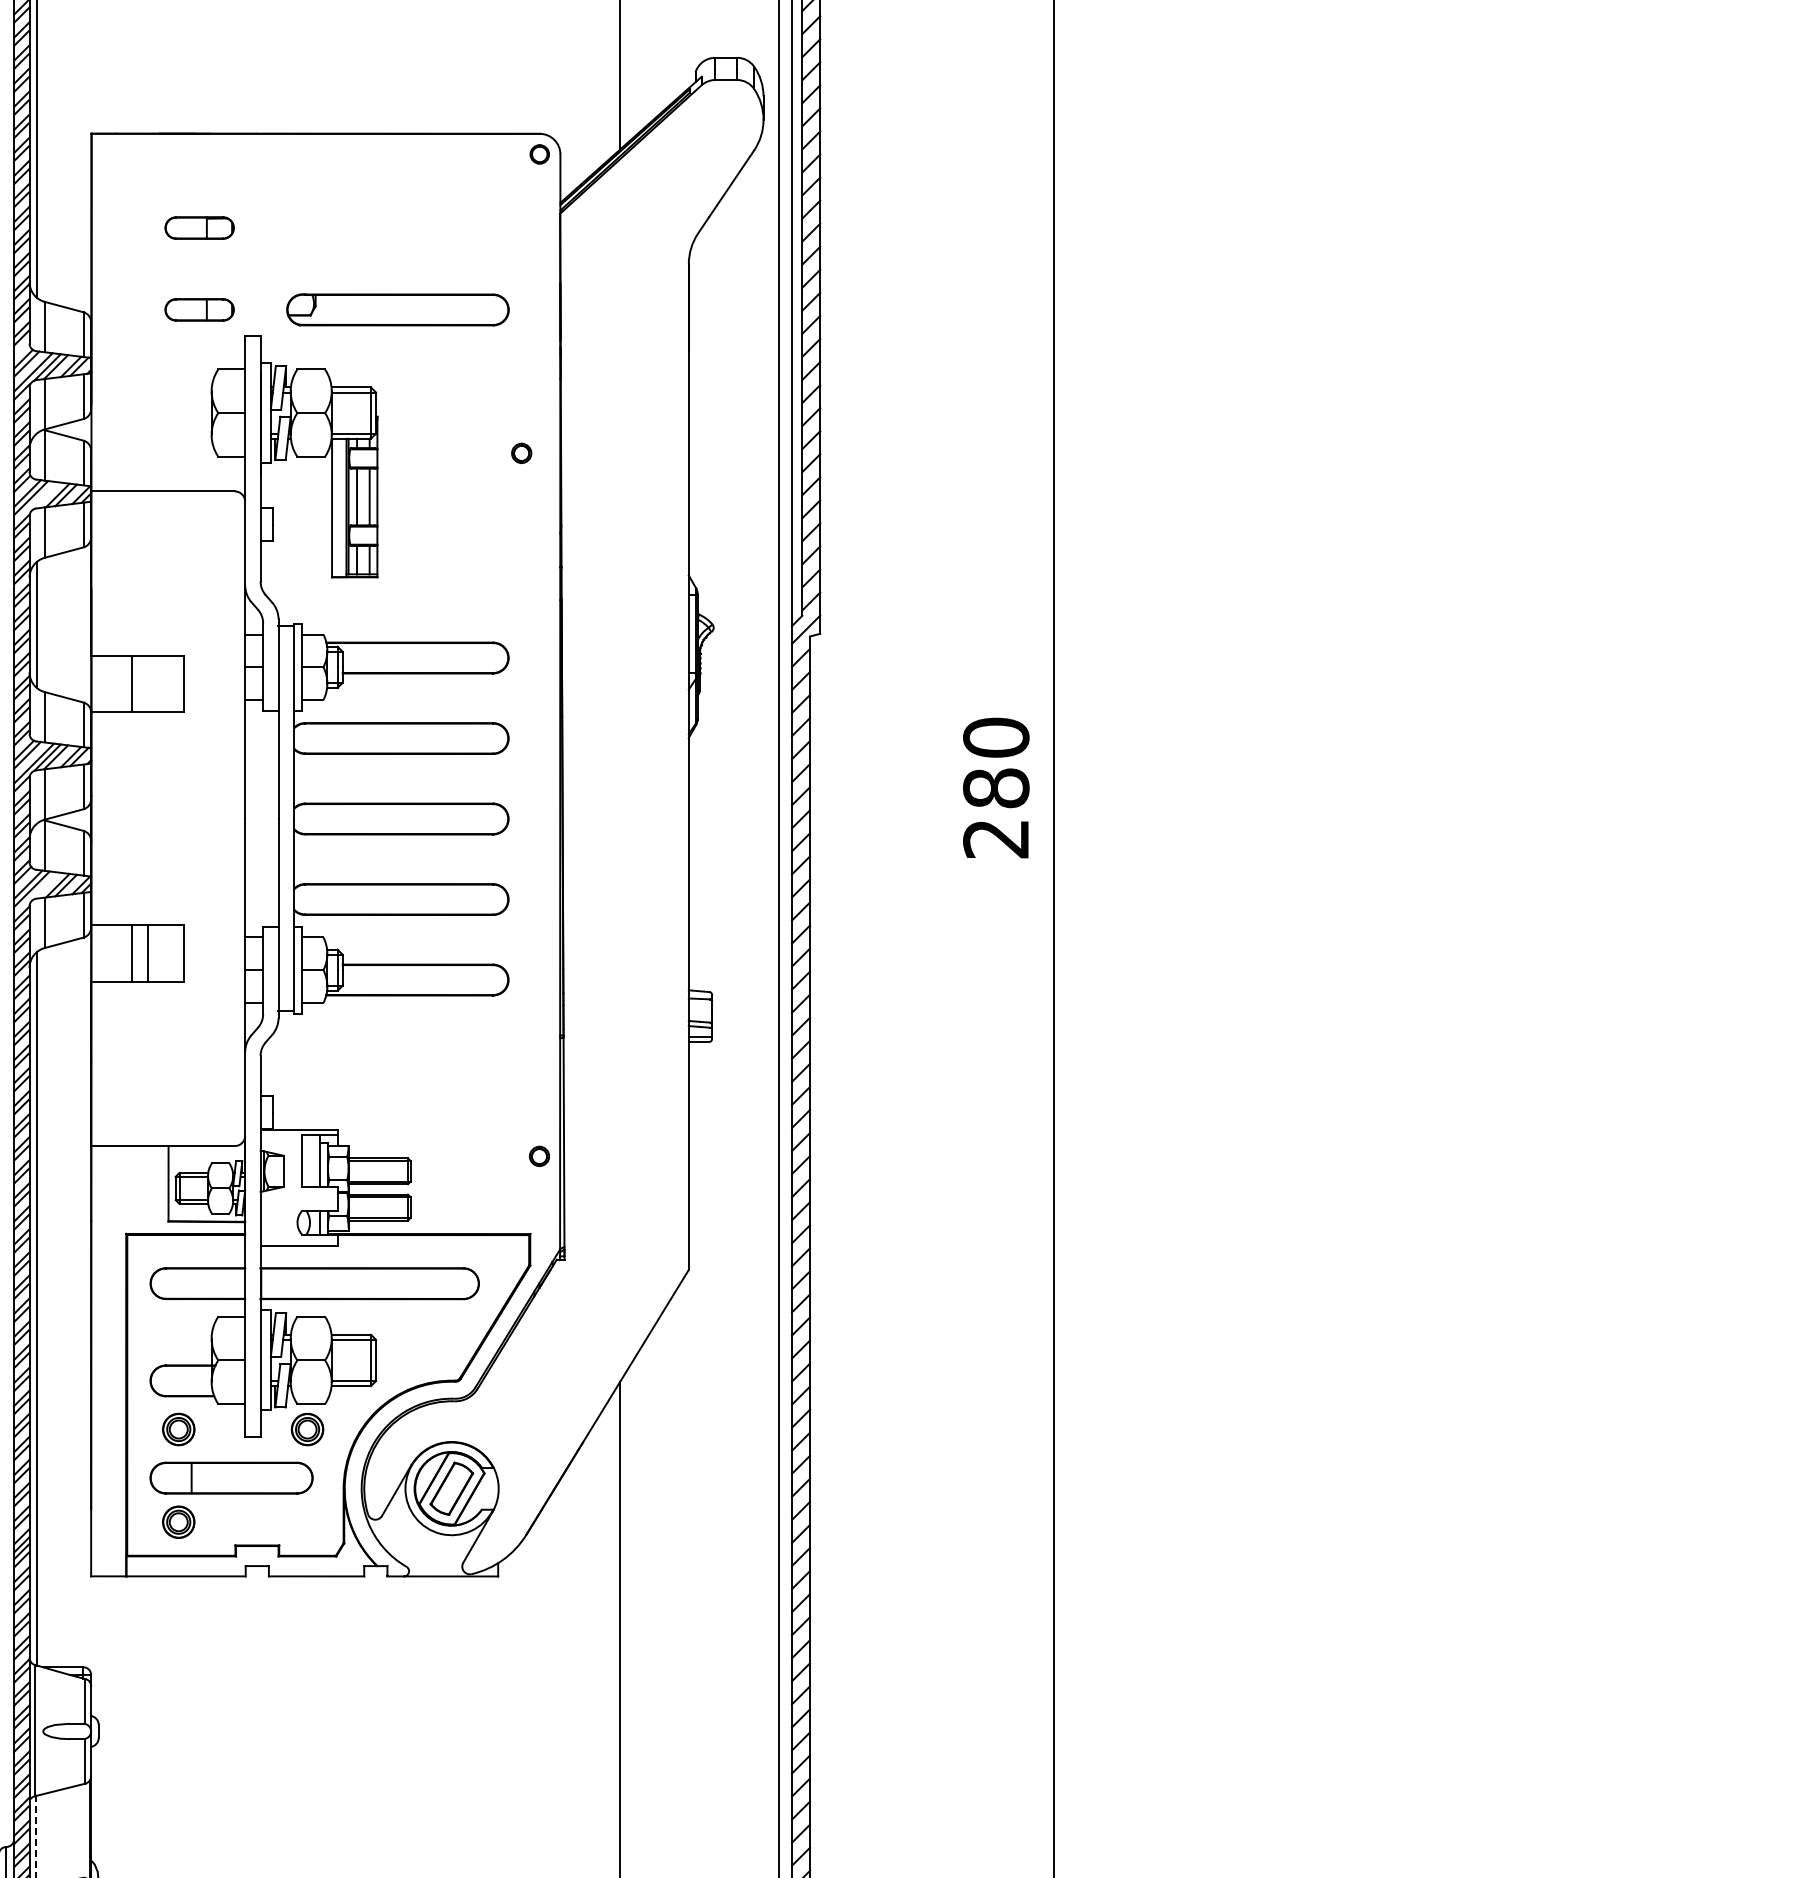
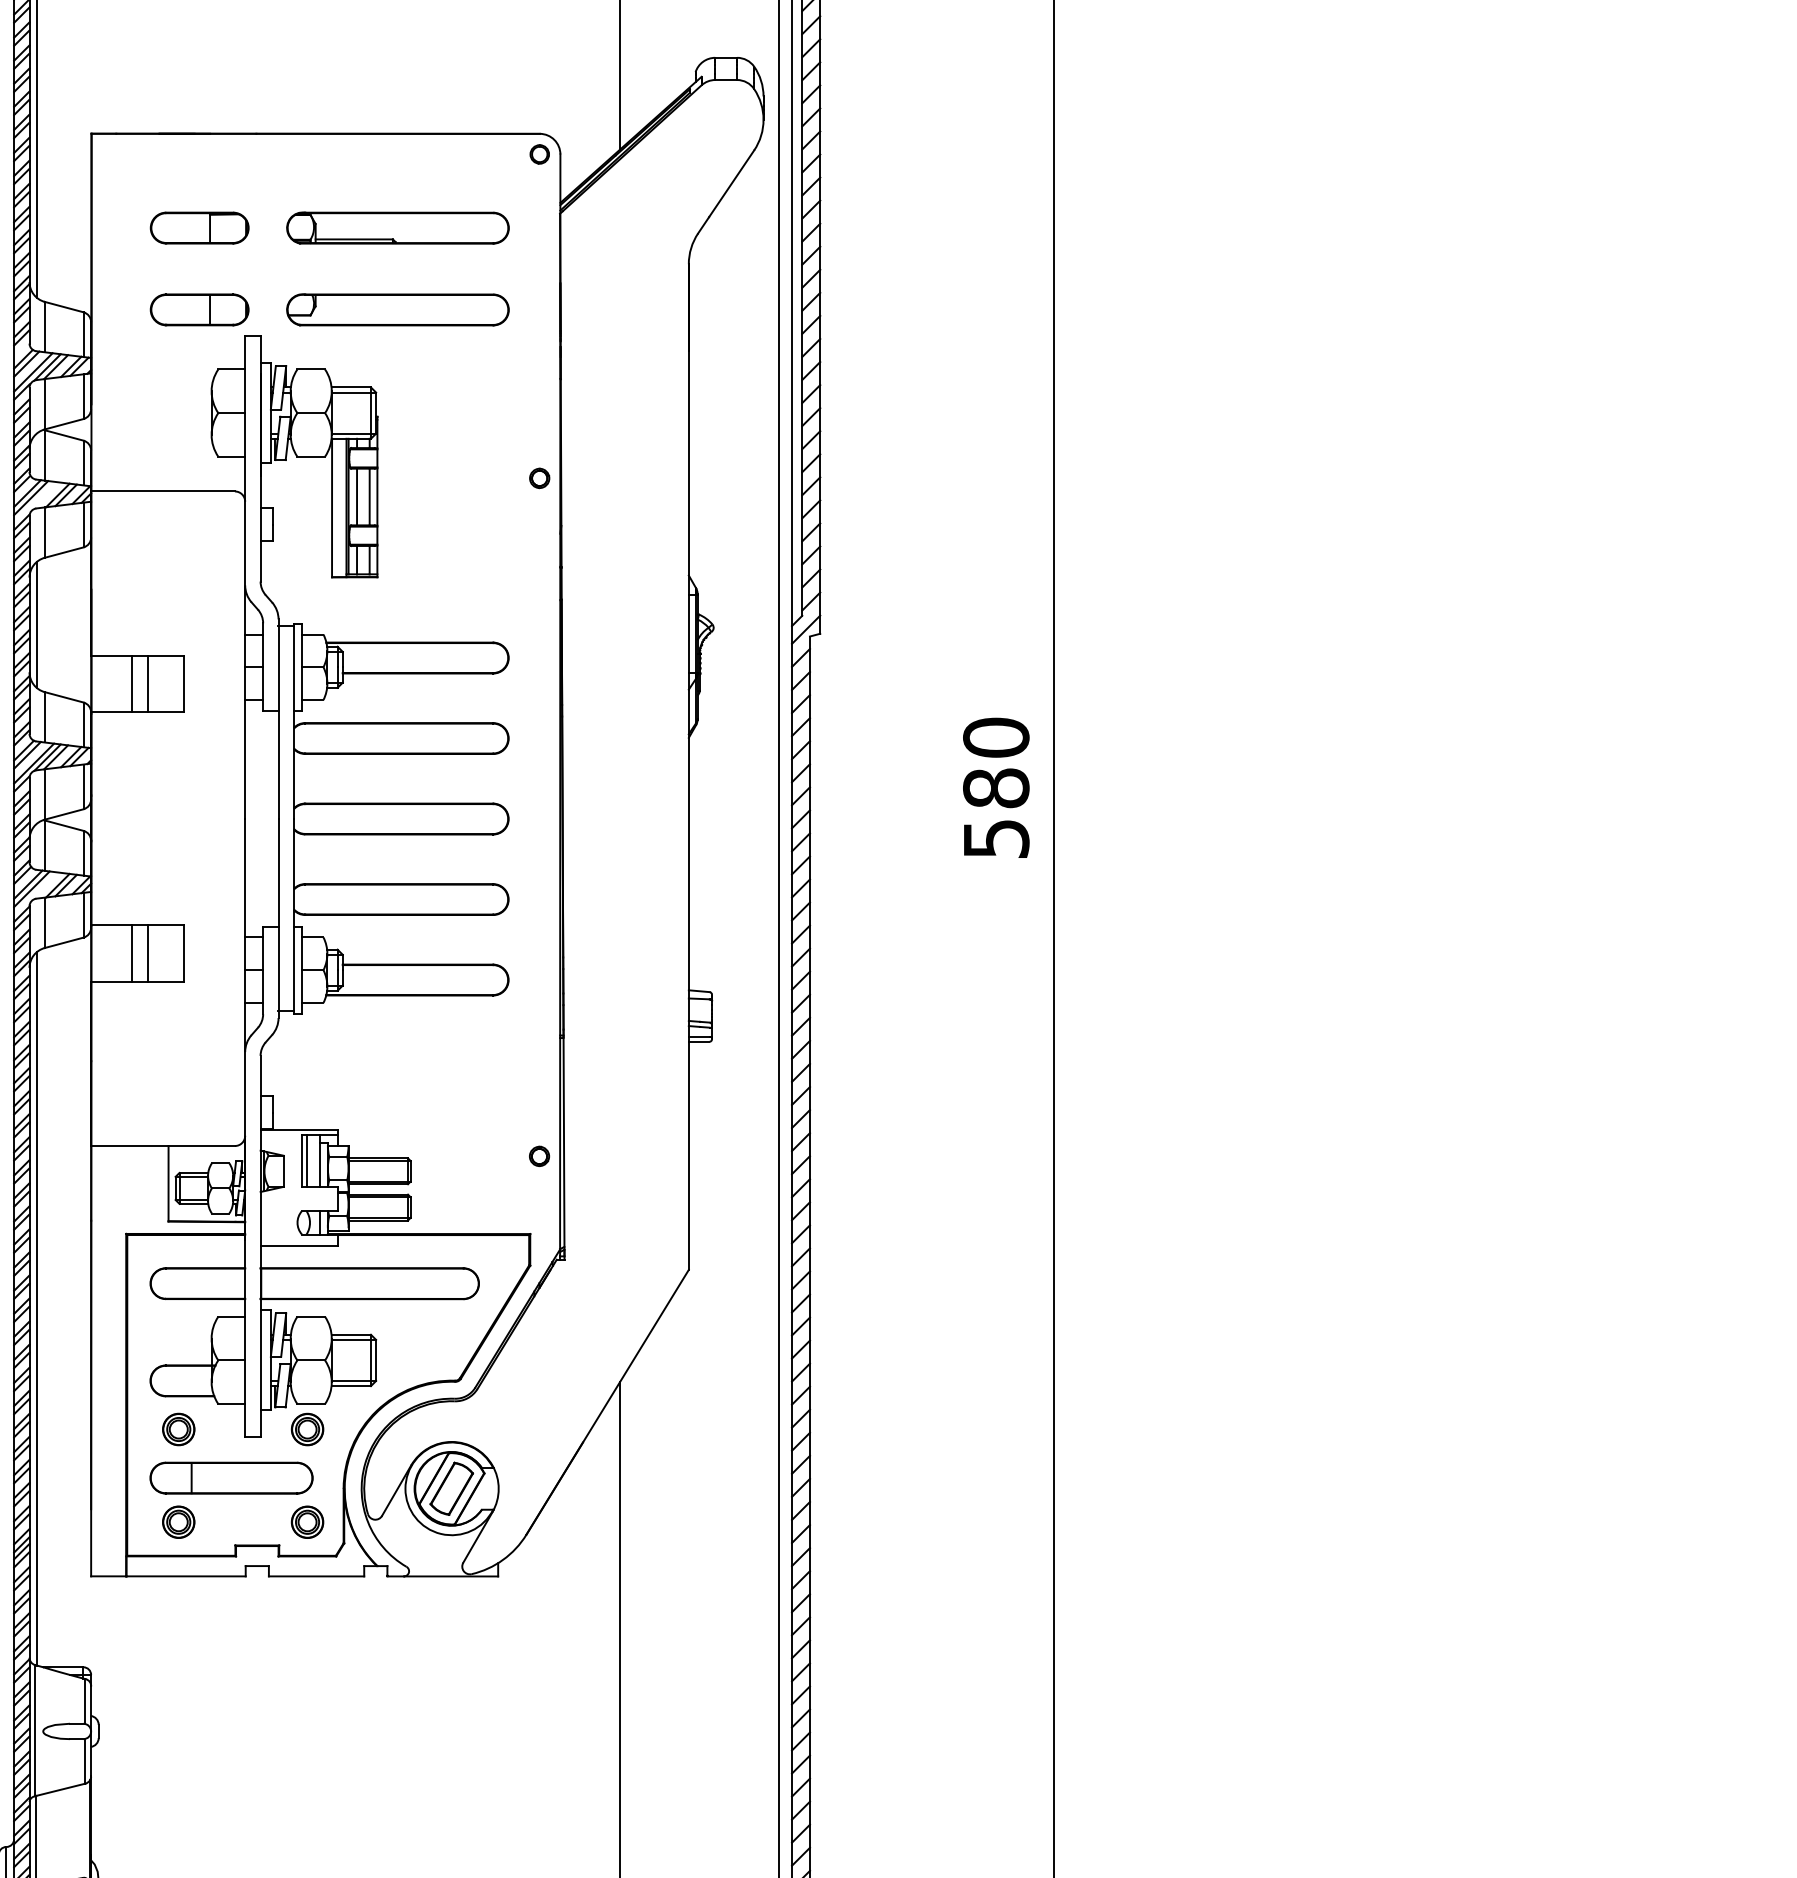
part at (199, 227) size: 71x24 px -> 101x34 px
part at (397, 227): none -> present
part at (199, 309) size: 71x24 px -> 101x34 px
part at (521, 453) position: (521, 453) -> (539, 478)
line at (147, 683): none -> present
text at (996, 839): 280 -> 580
line at (306, 1160): none -> present
part at (307, 1521): none -> present
line at (36, 1836): dashed -> solid
